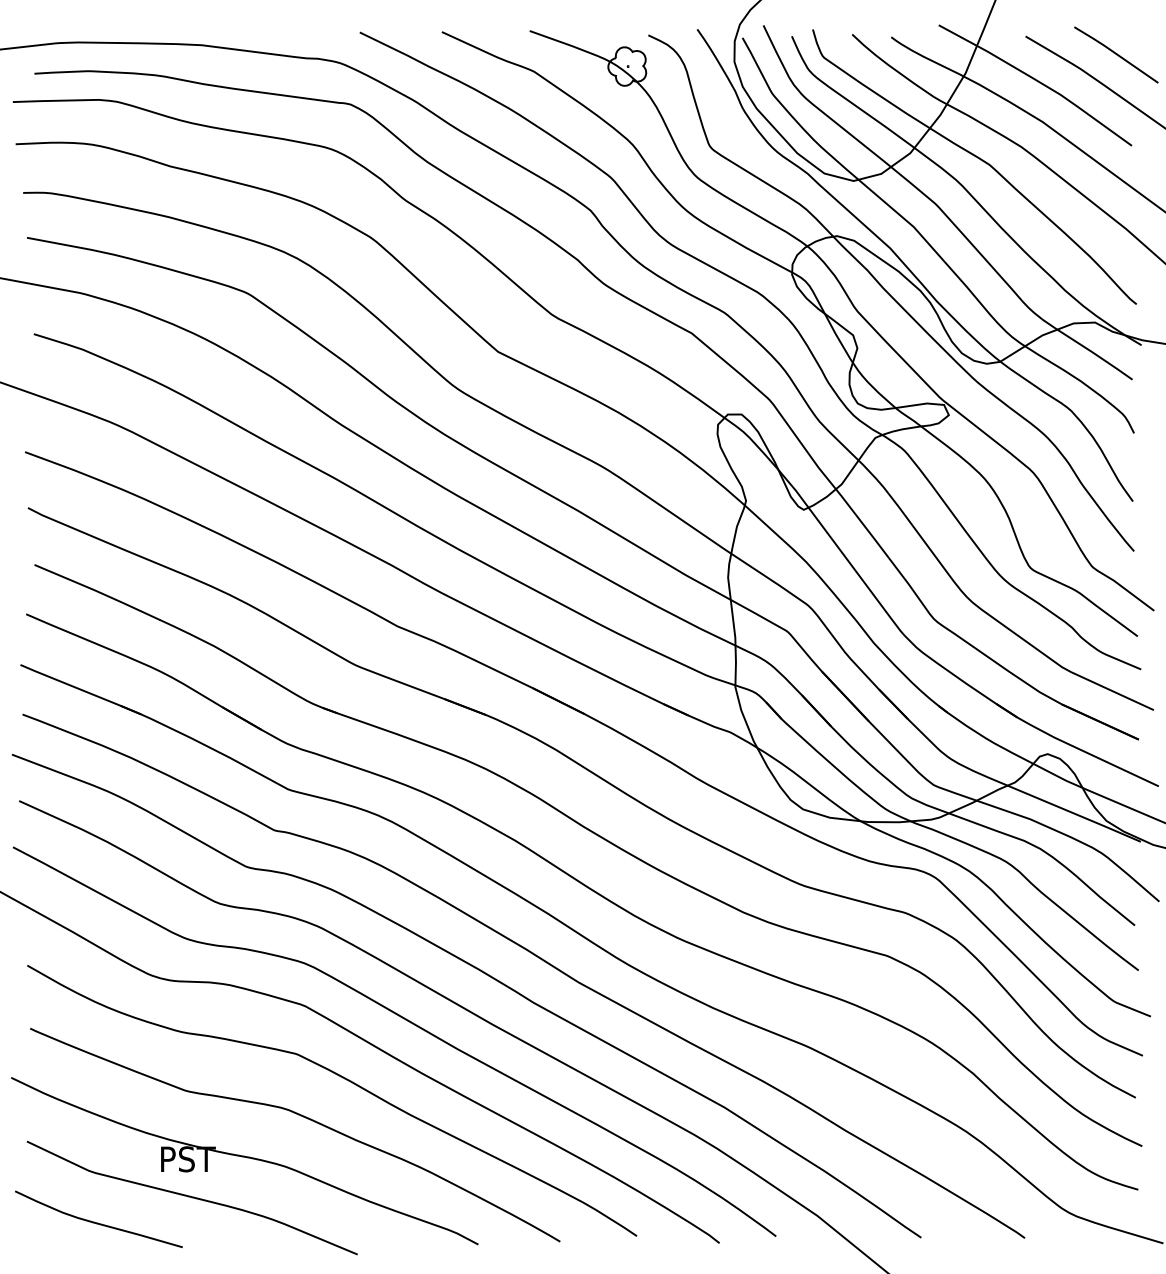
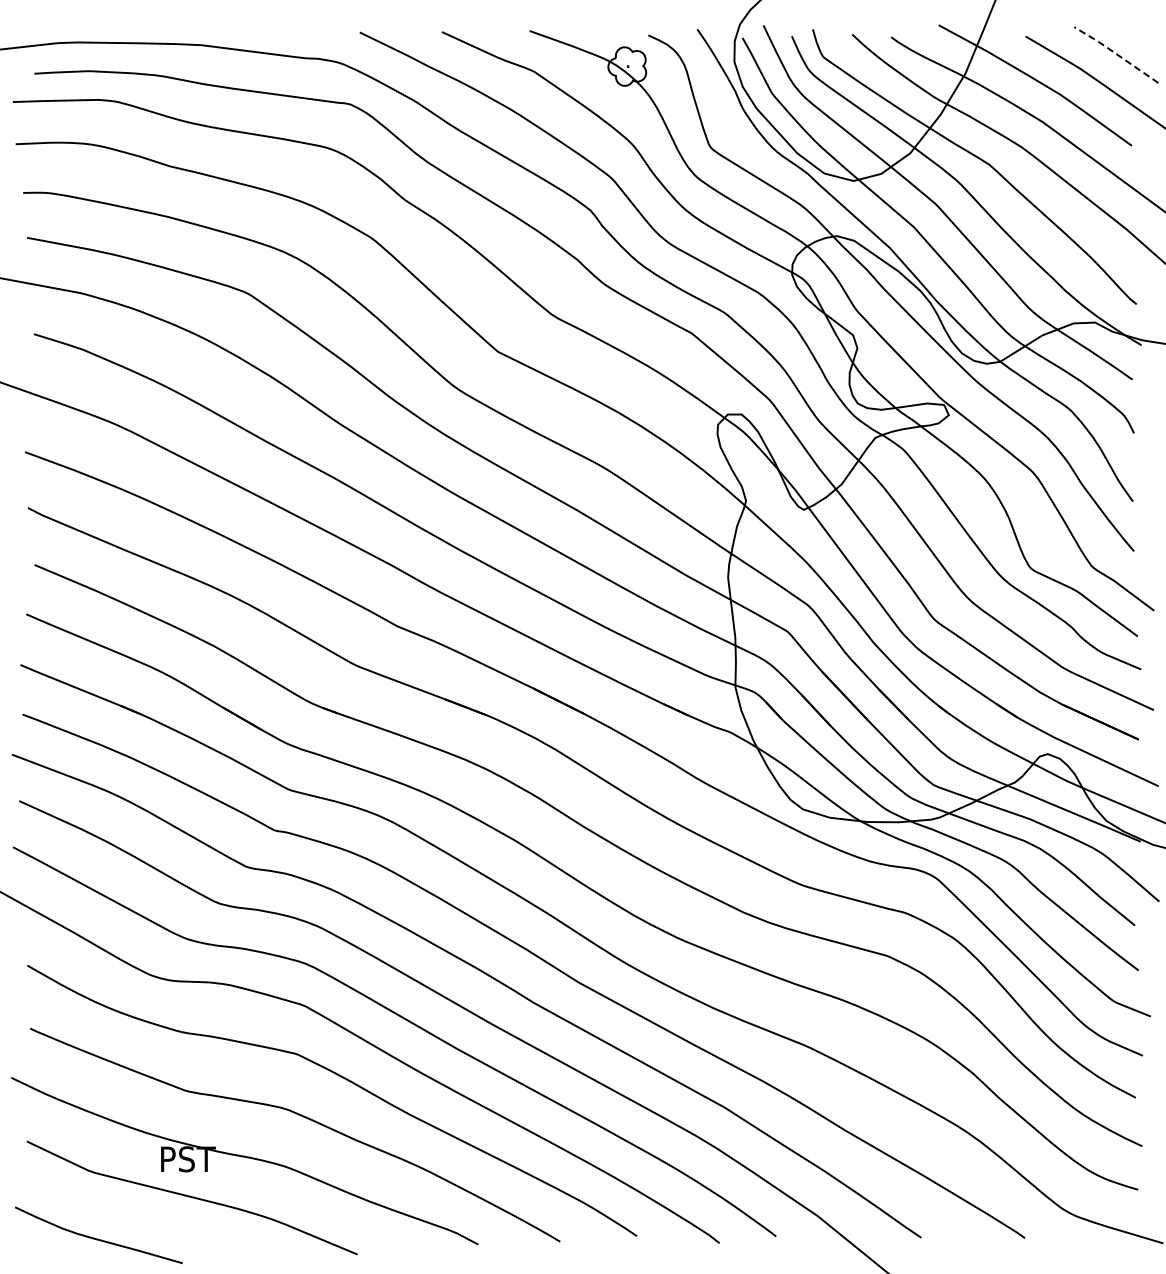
line at (1115, 53): solid -> dashed
curve at (98, 1222) position: (98, 1222) -> (98, 1238)
